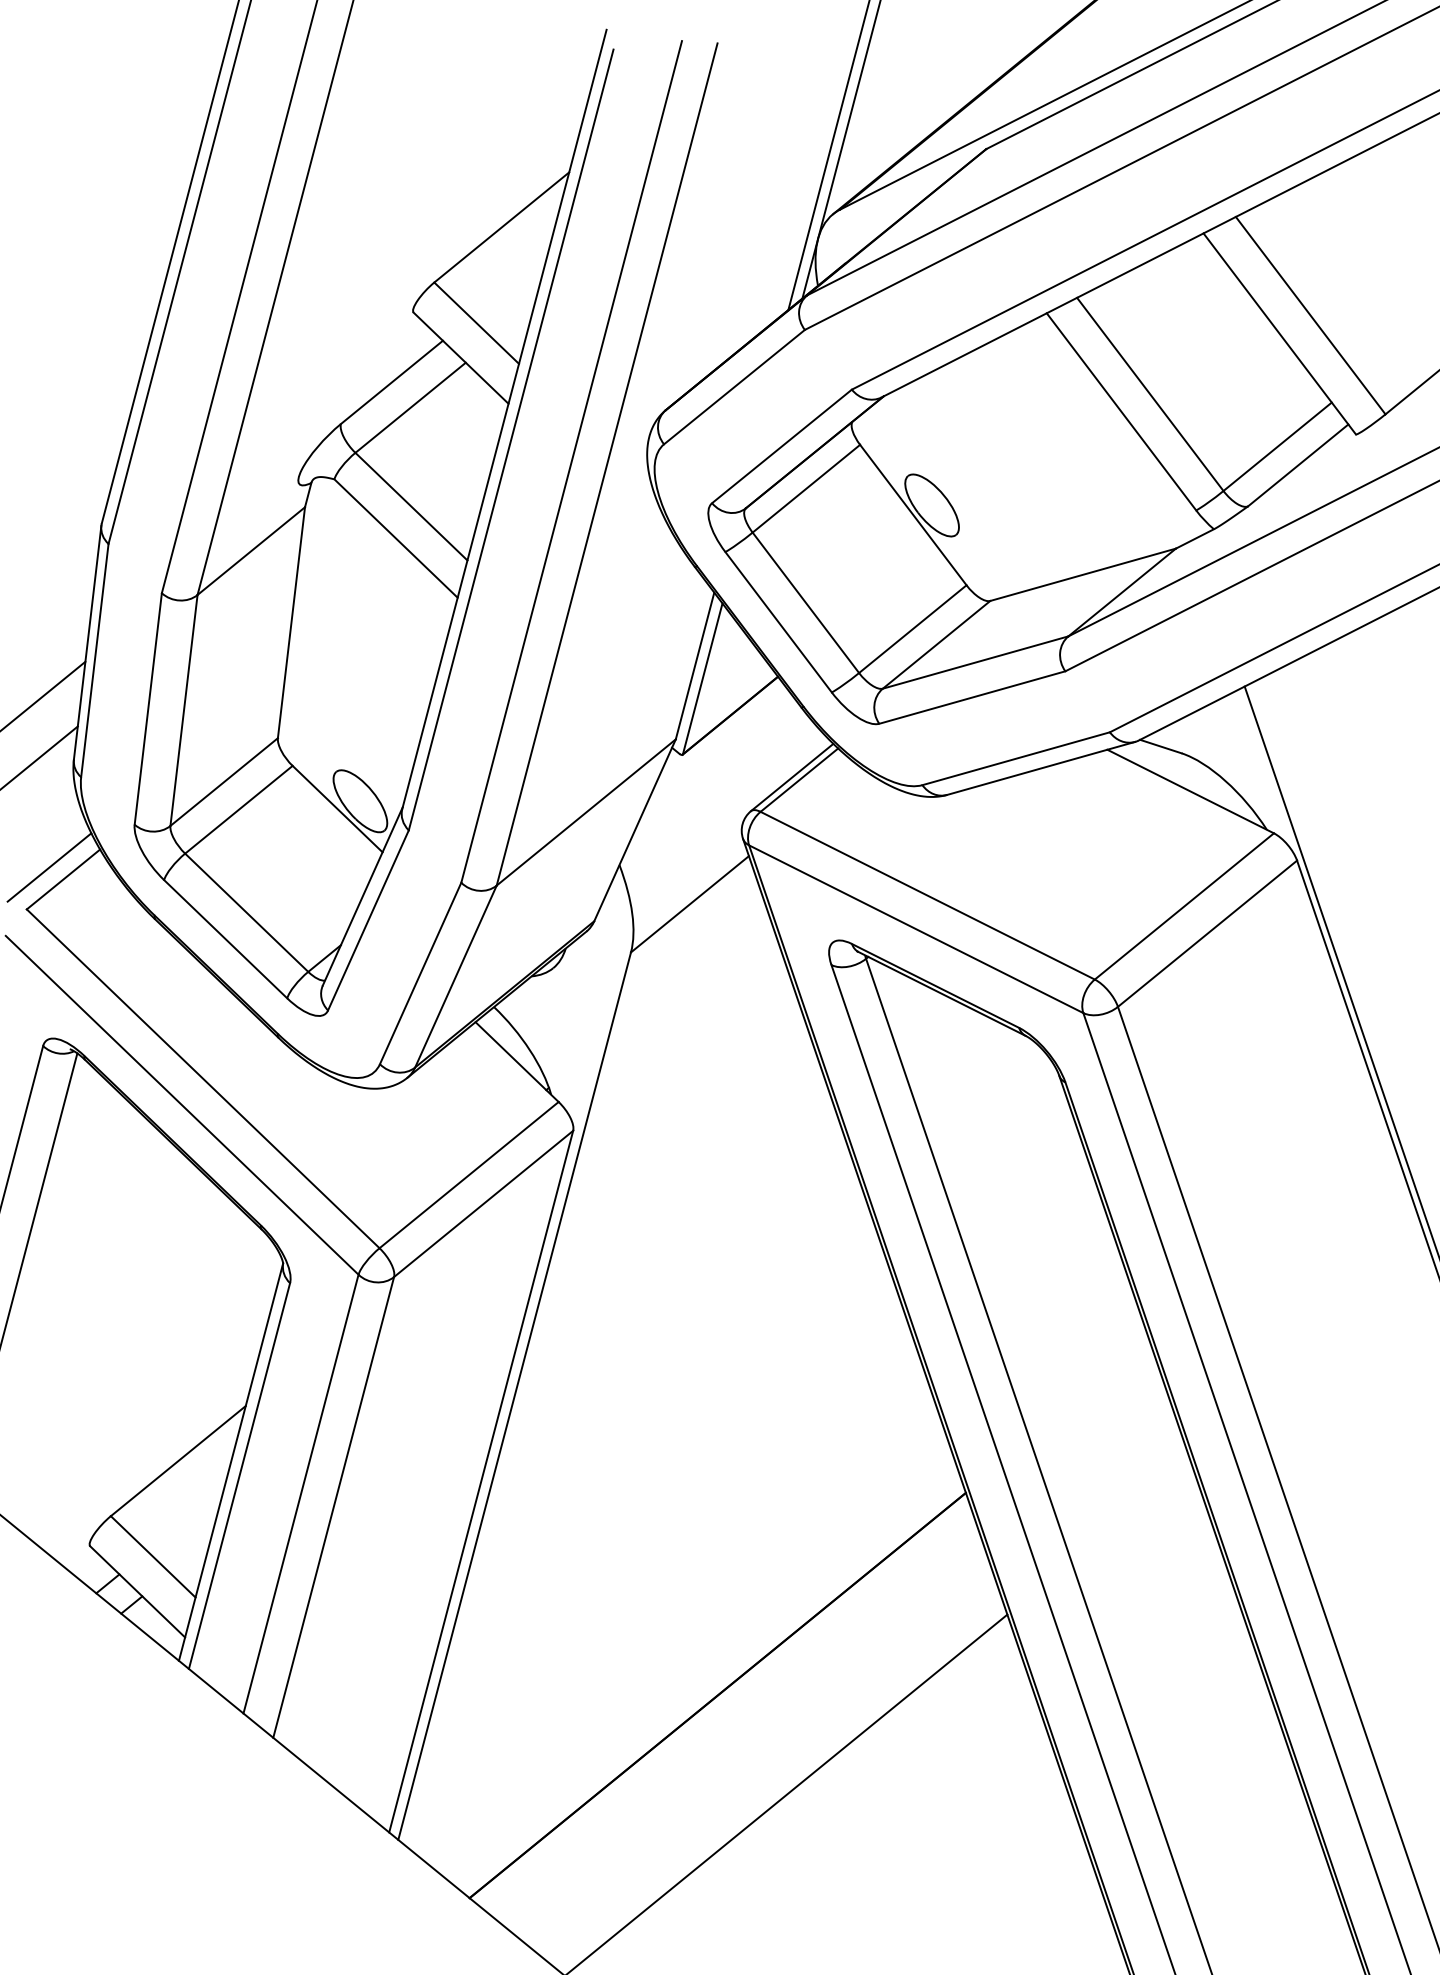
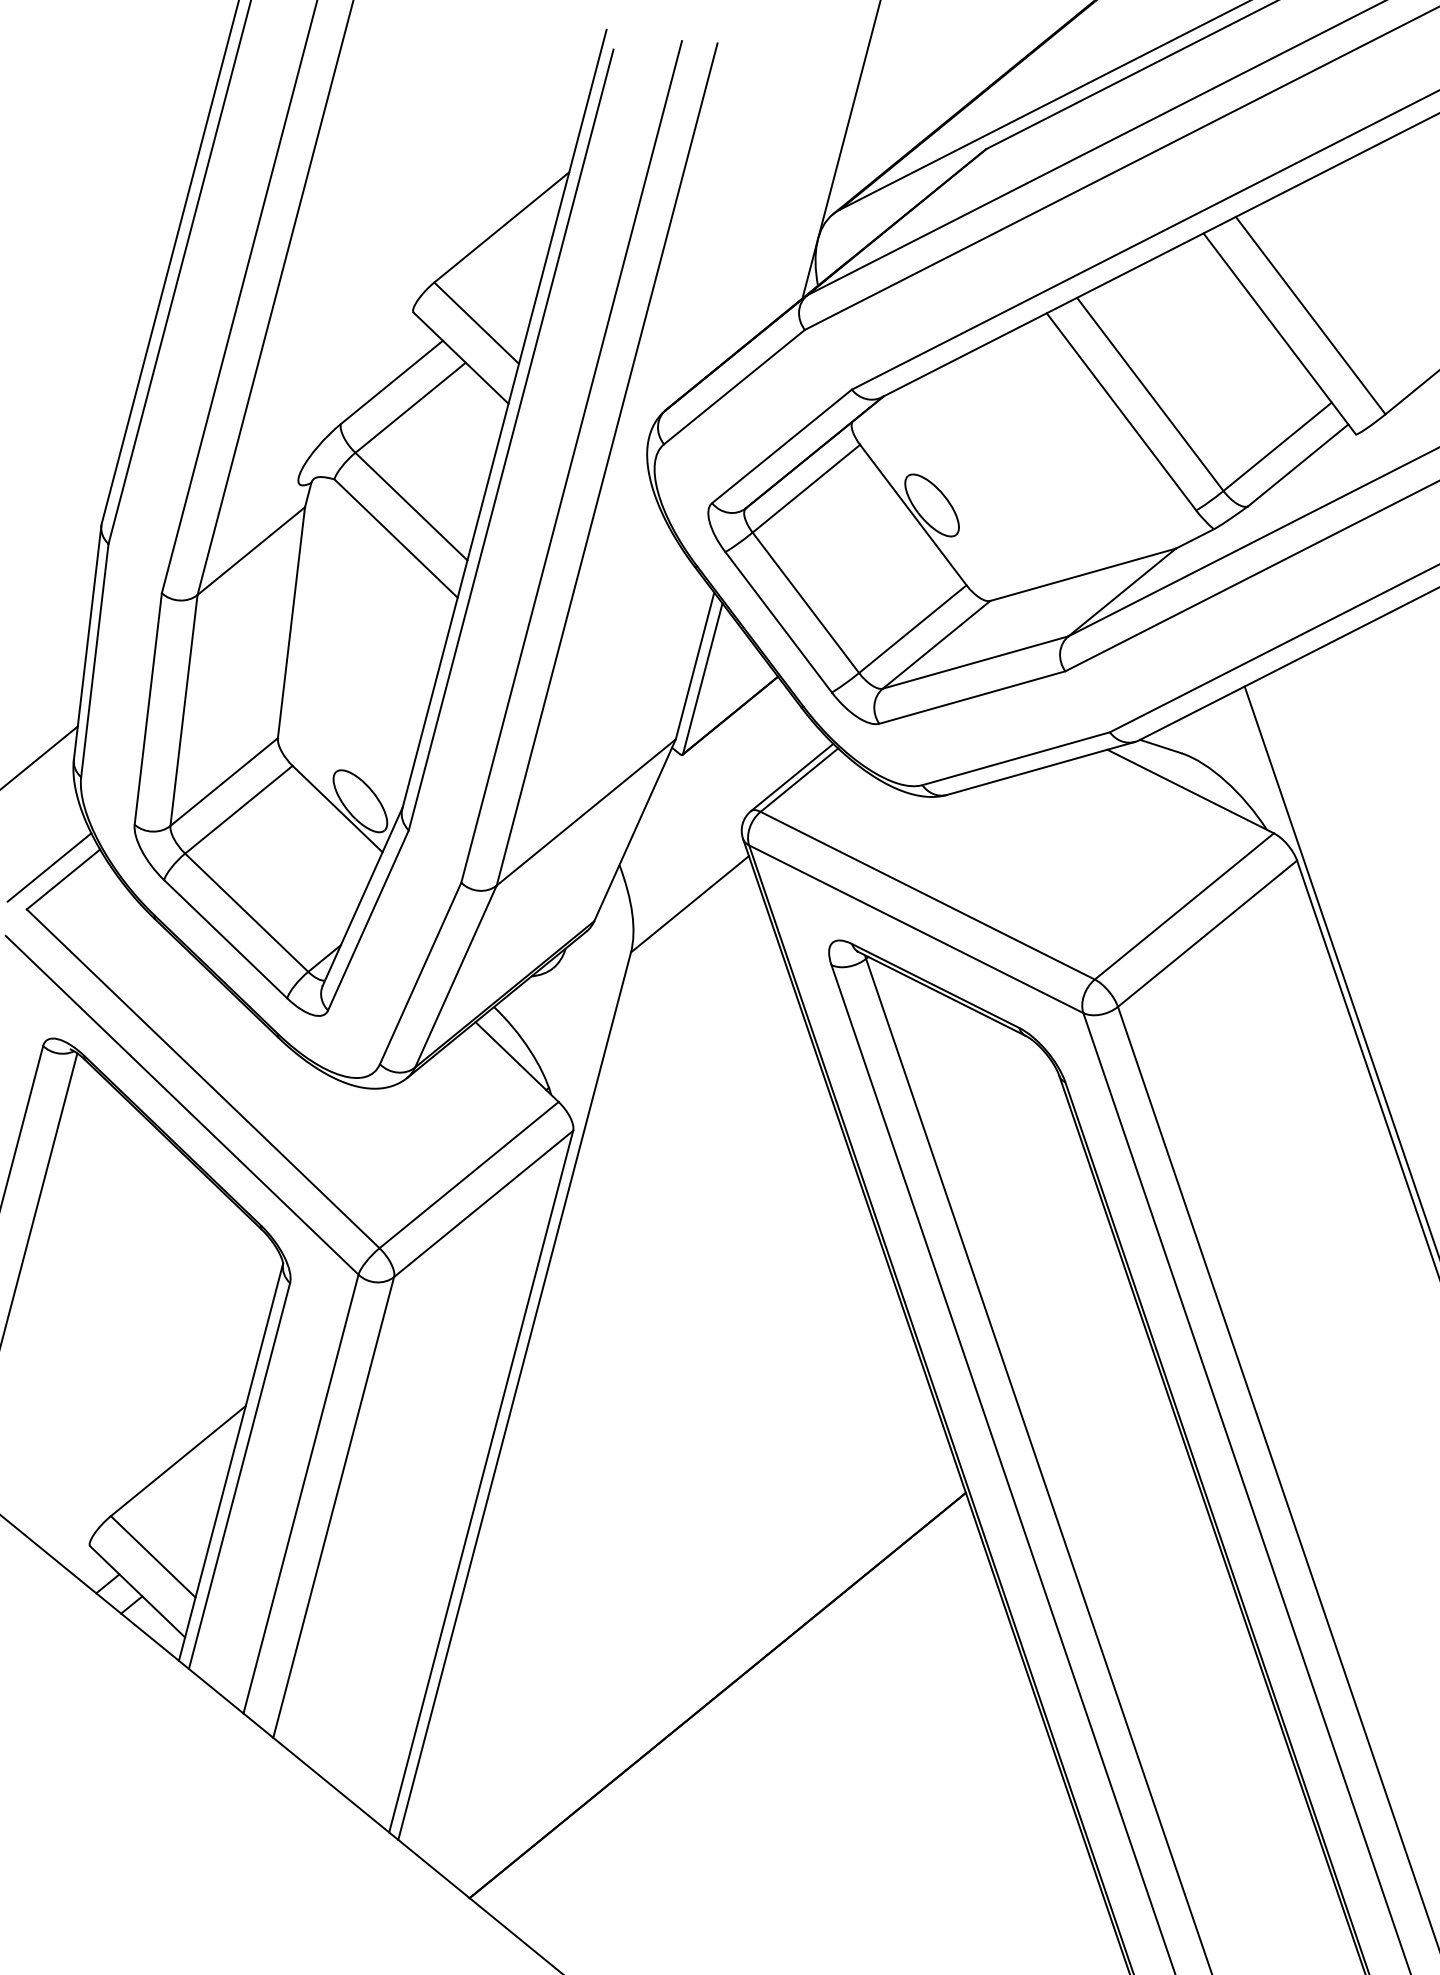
line at (828, 156): present -> none
line at (43, 695): present -> none
line at (788, 1792): present -> none
